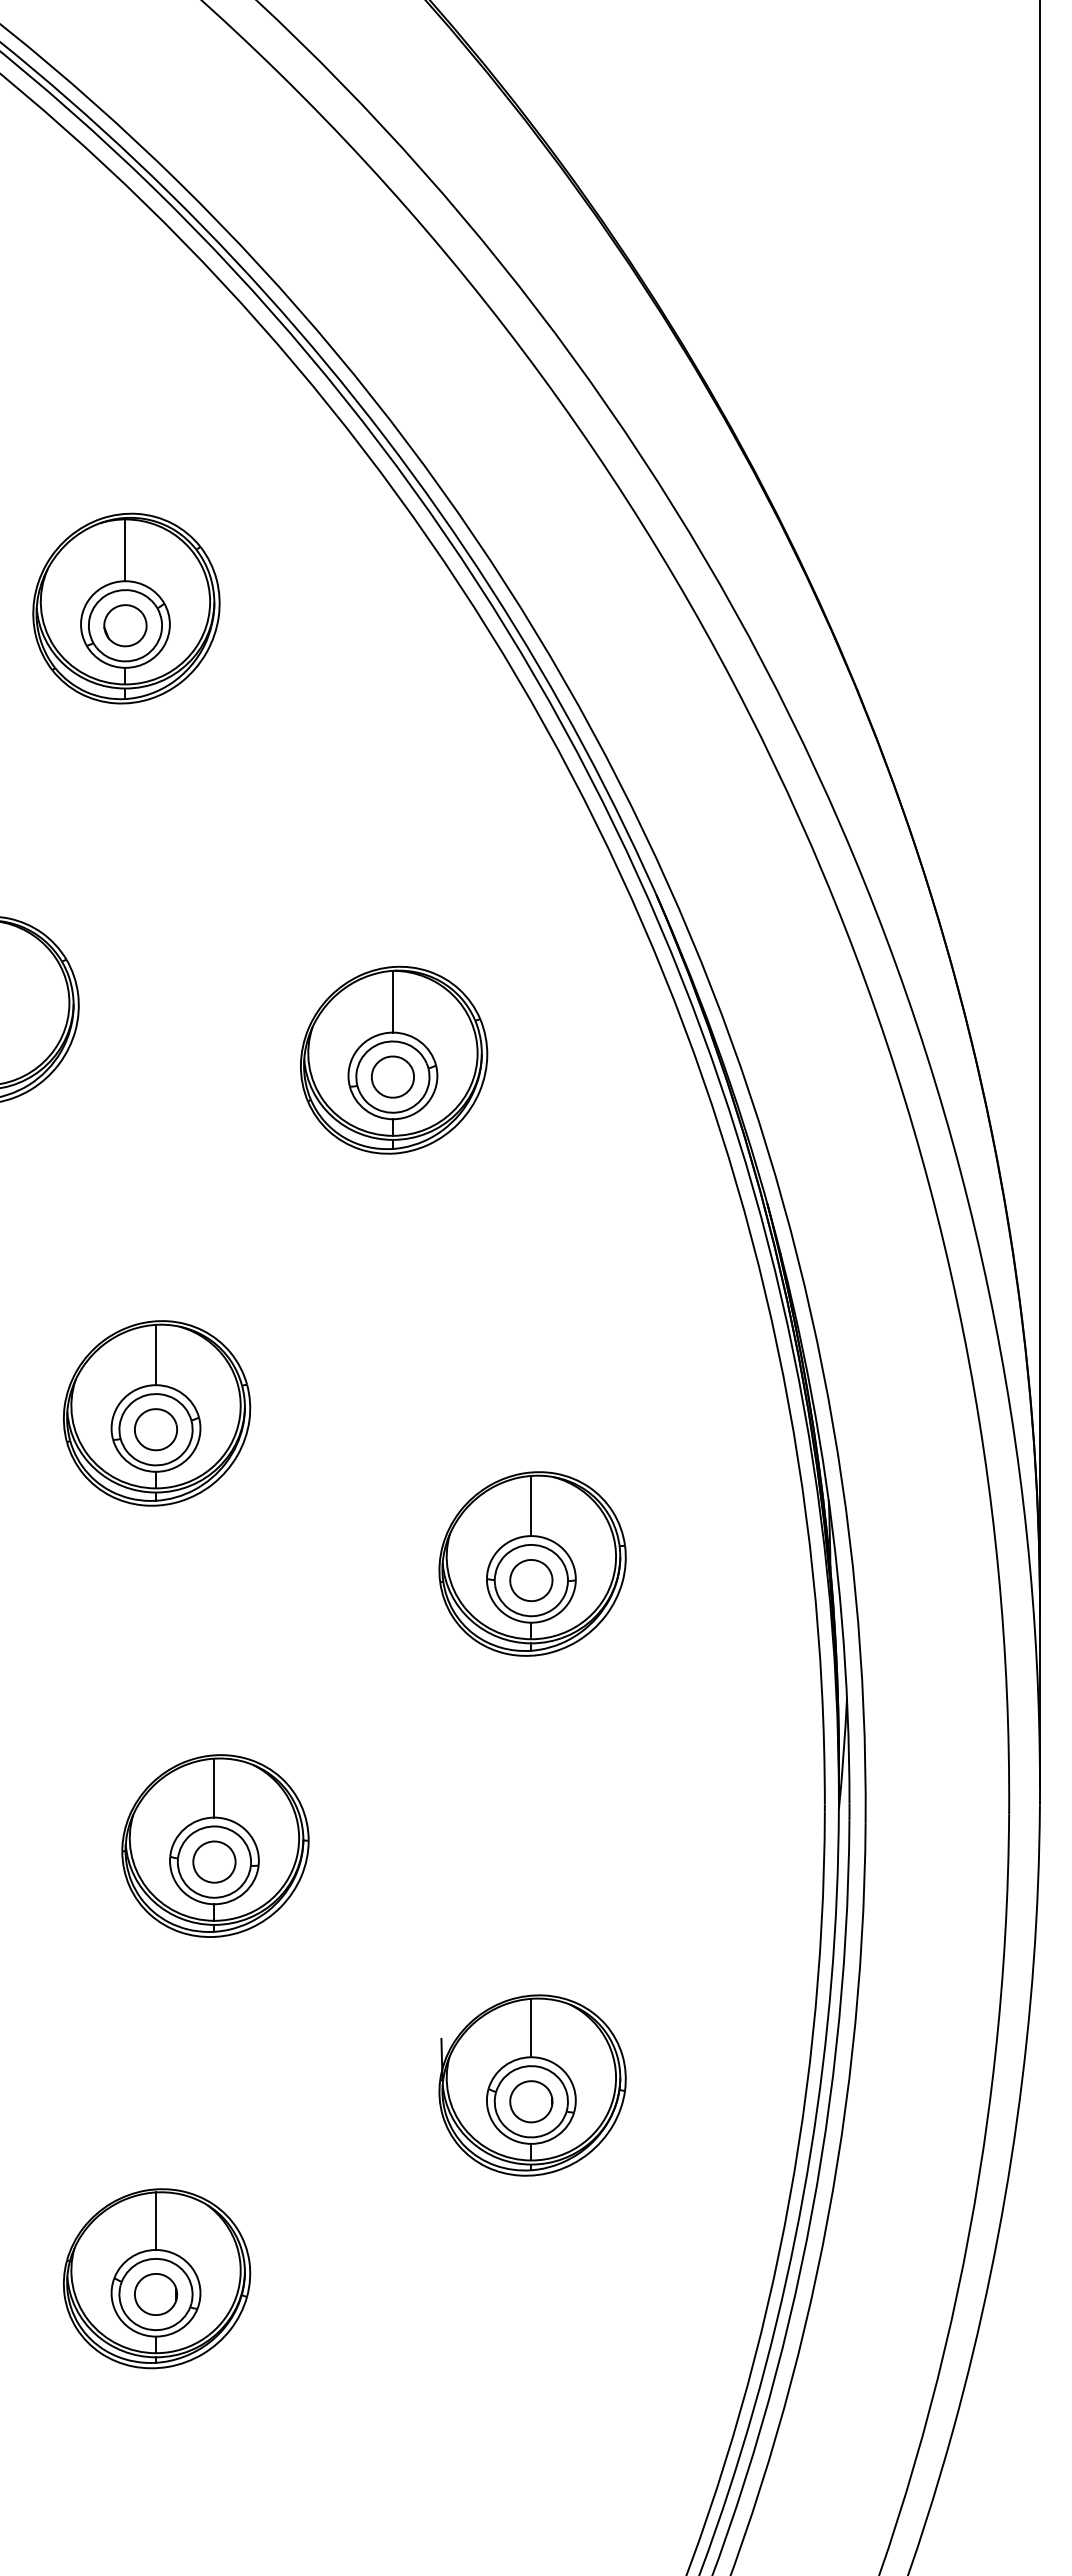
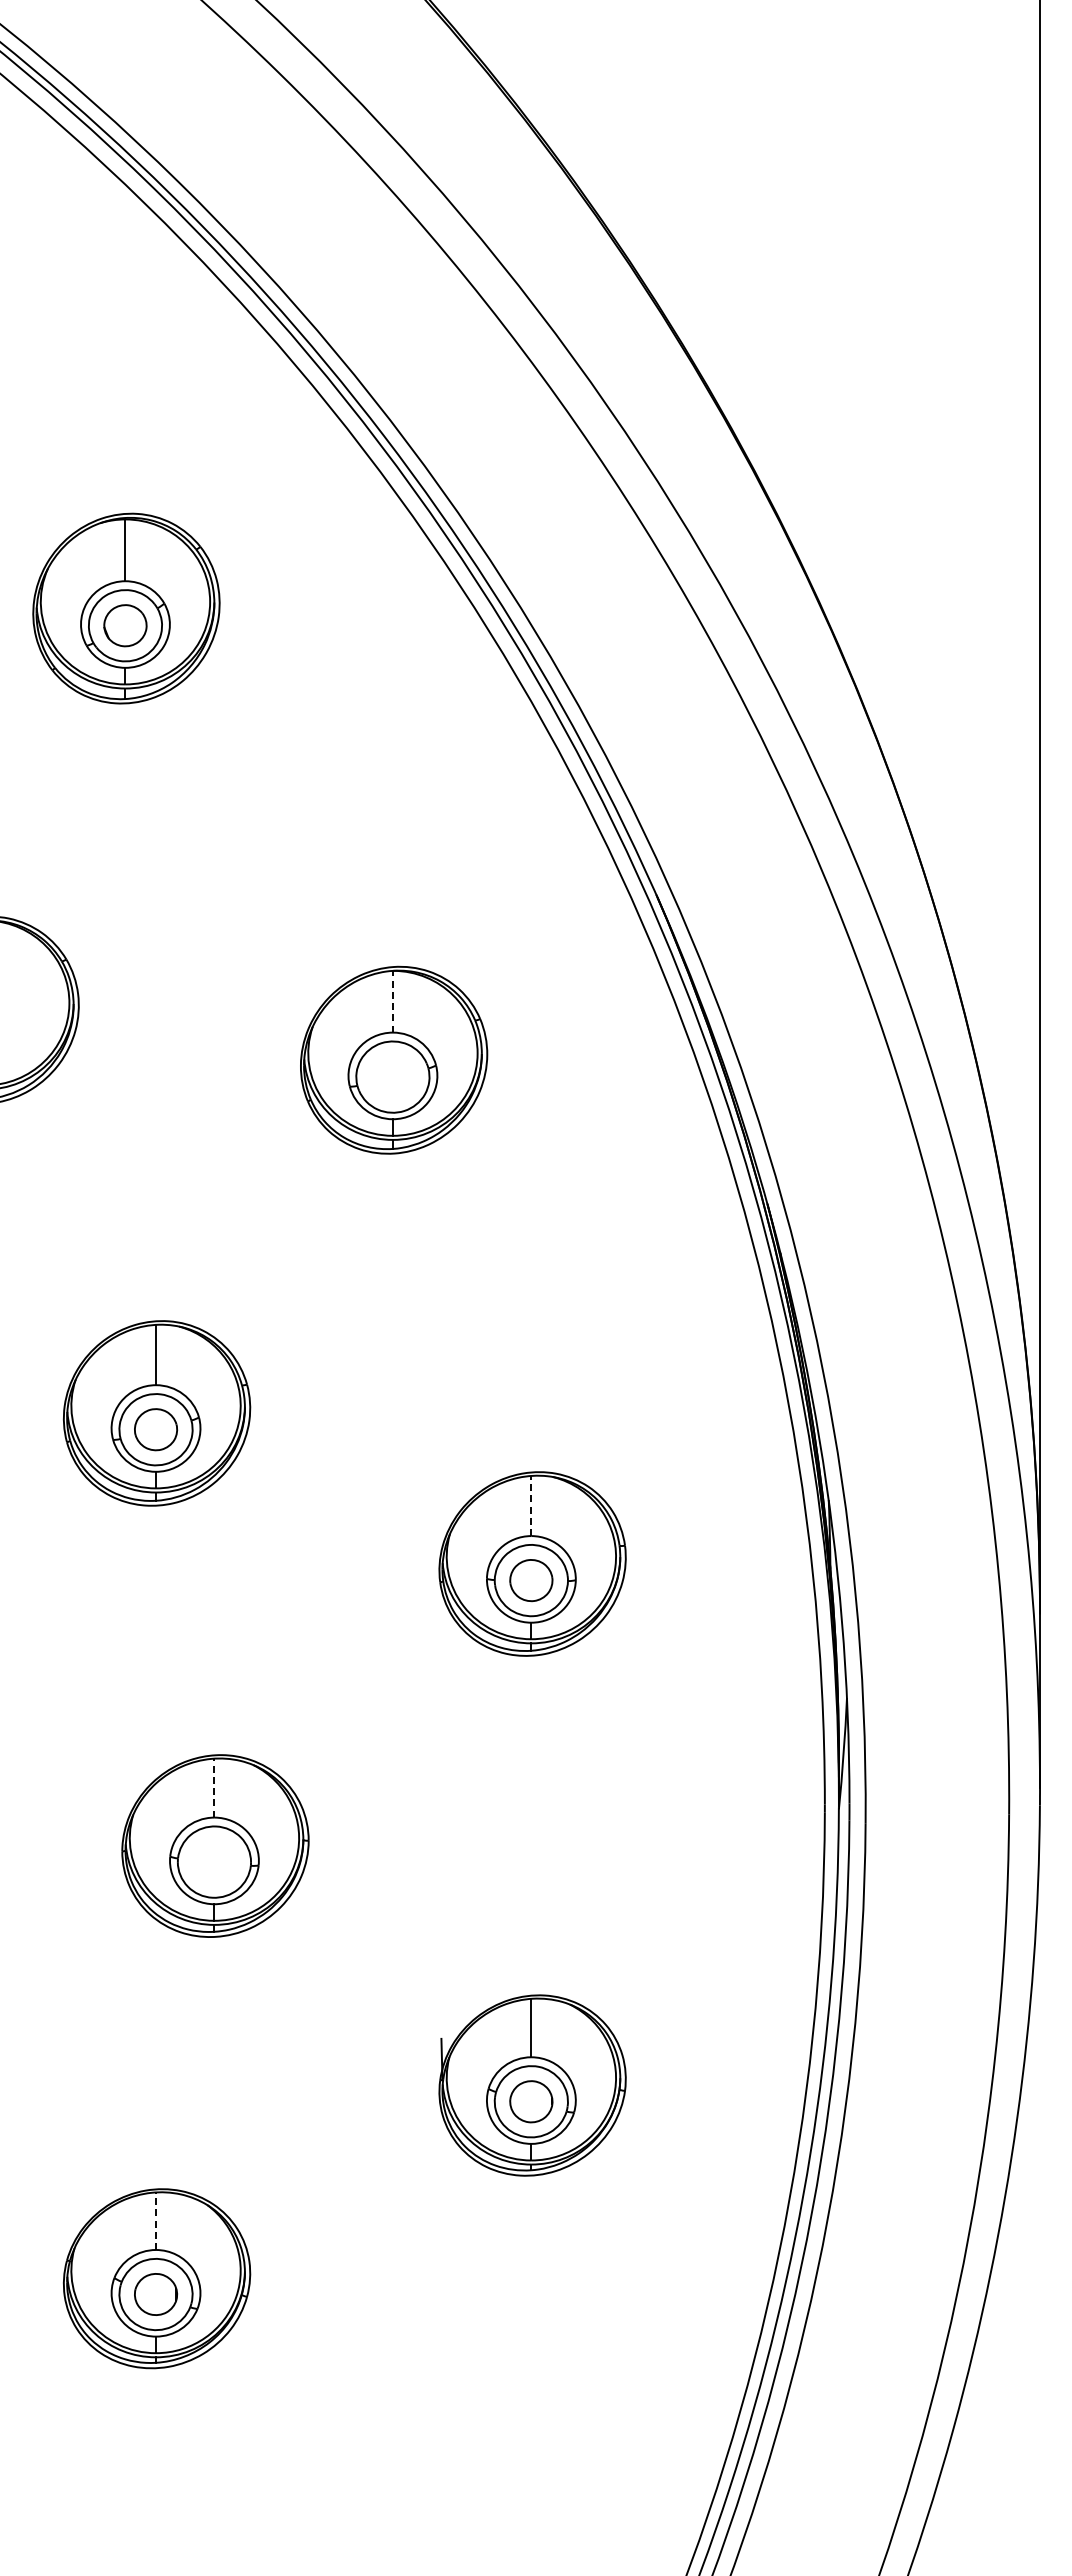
line at (392, 1001): solid -> dashed
part at (392, 1076): present -> none
line at (531, 1505): solid -> dashed
line at (214, 1787): solid -> dashed
part at (214, 1861): present -> none
line at (156, 2221): solid -> dashed
